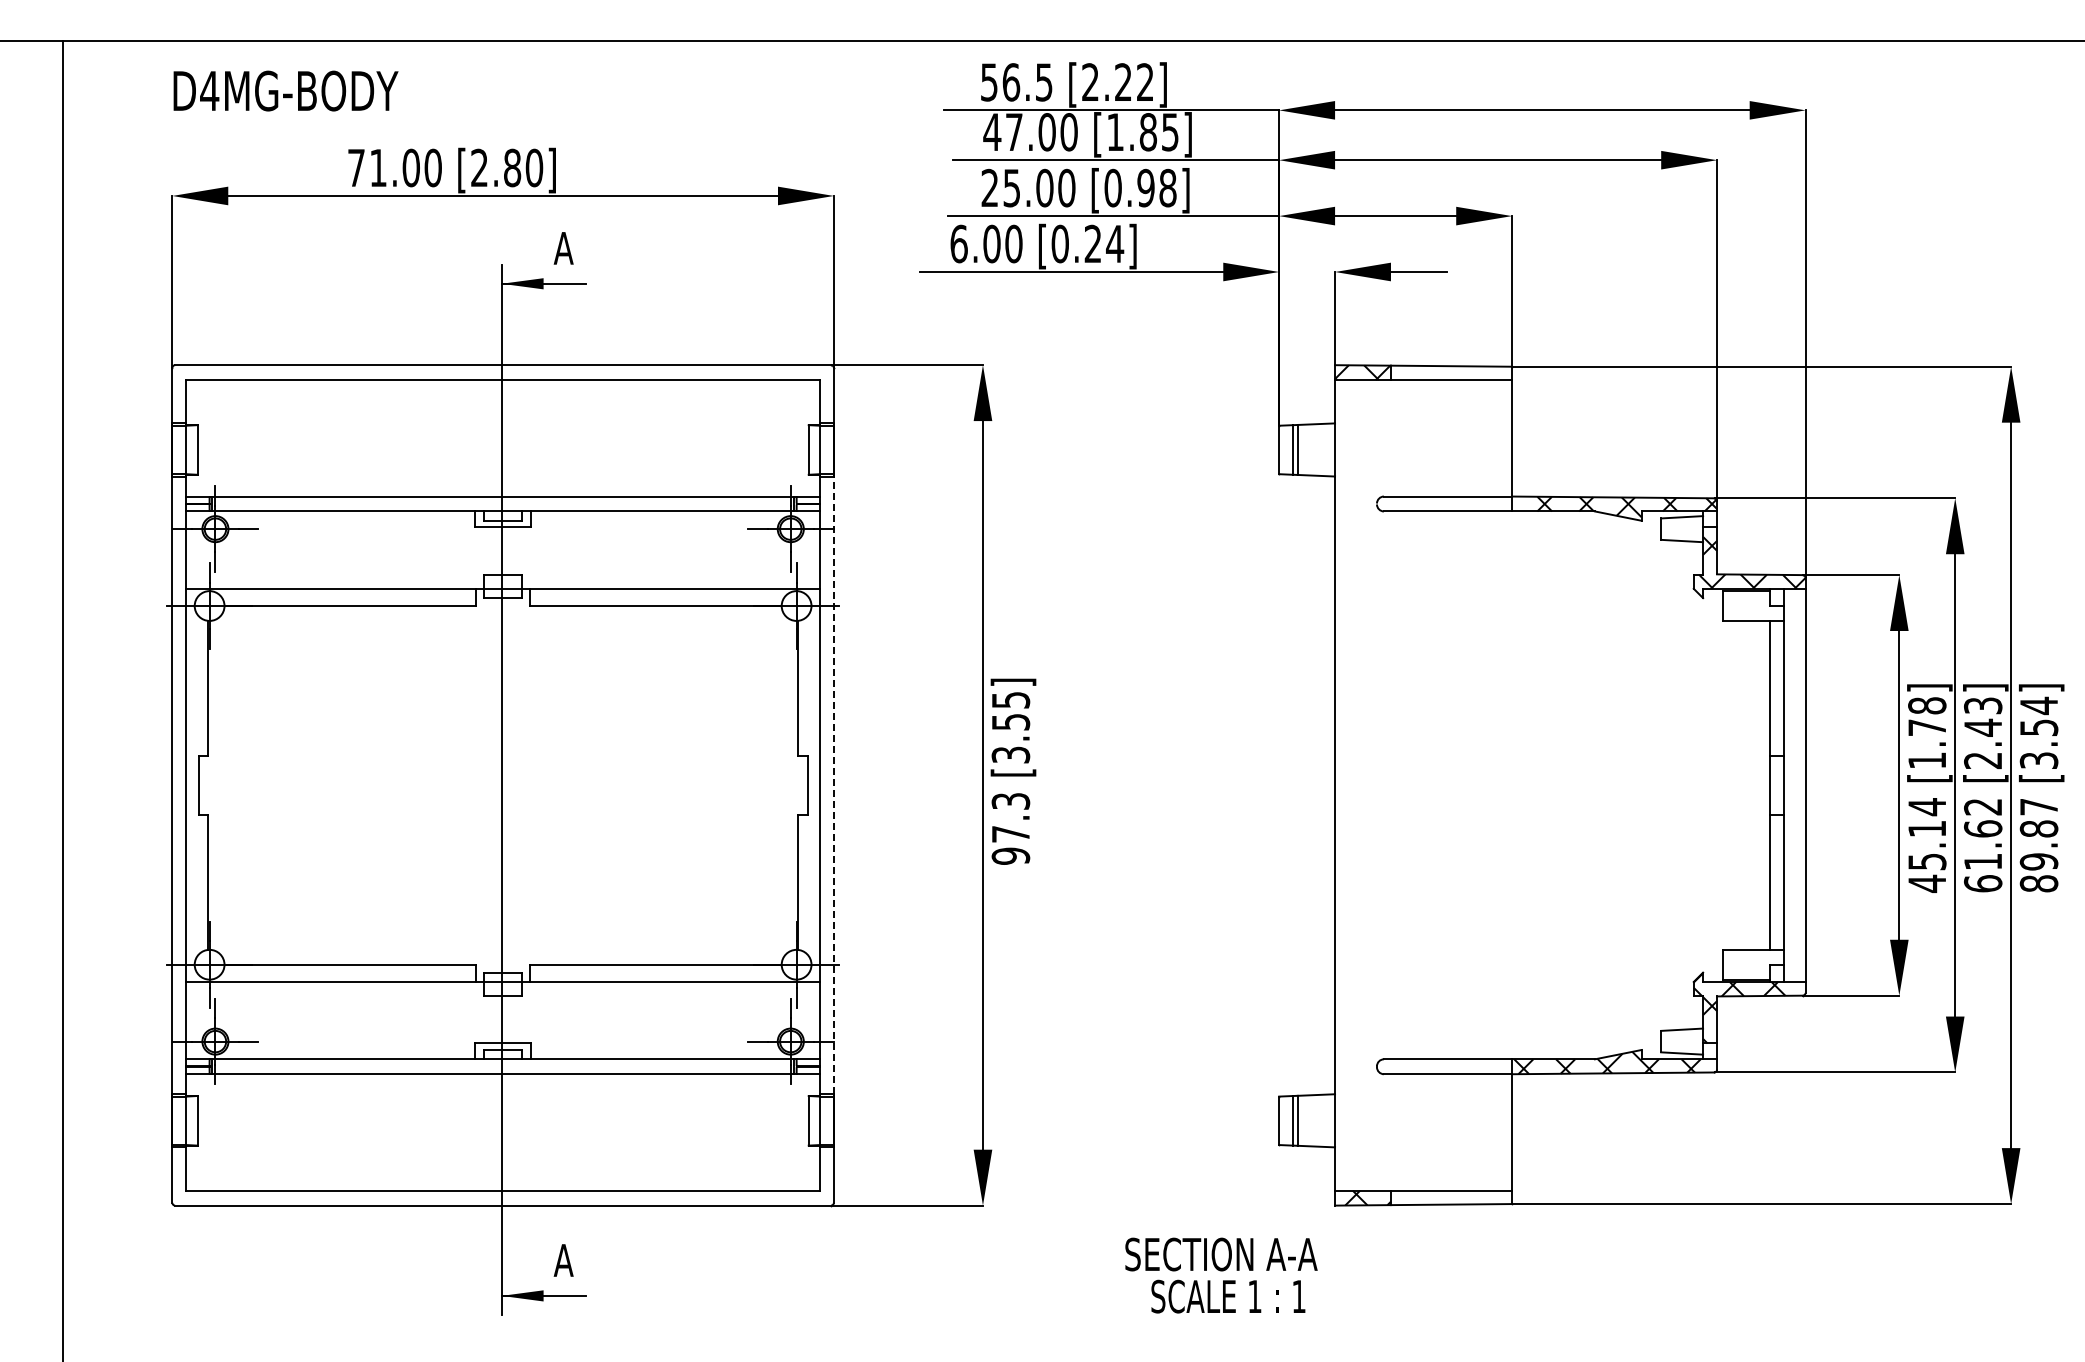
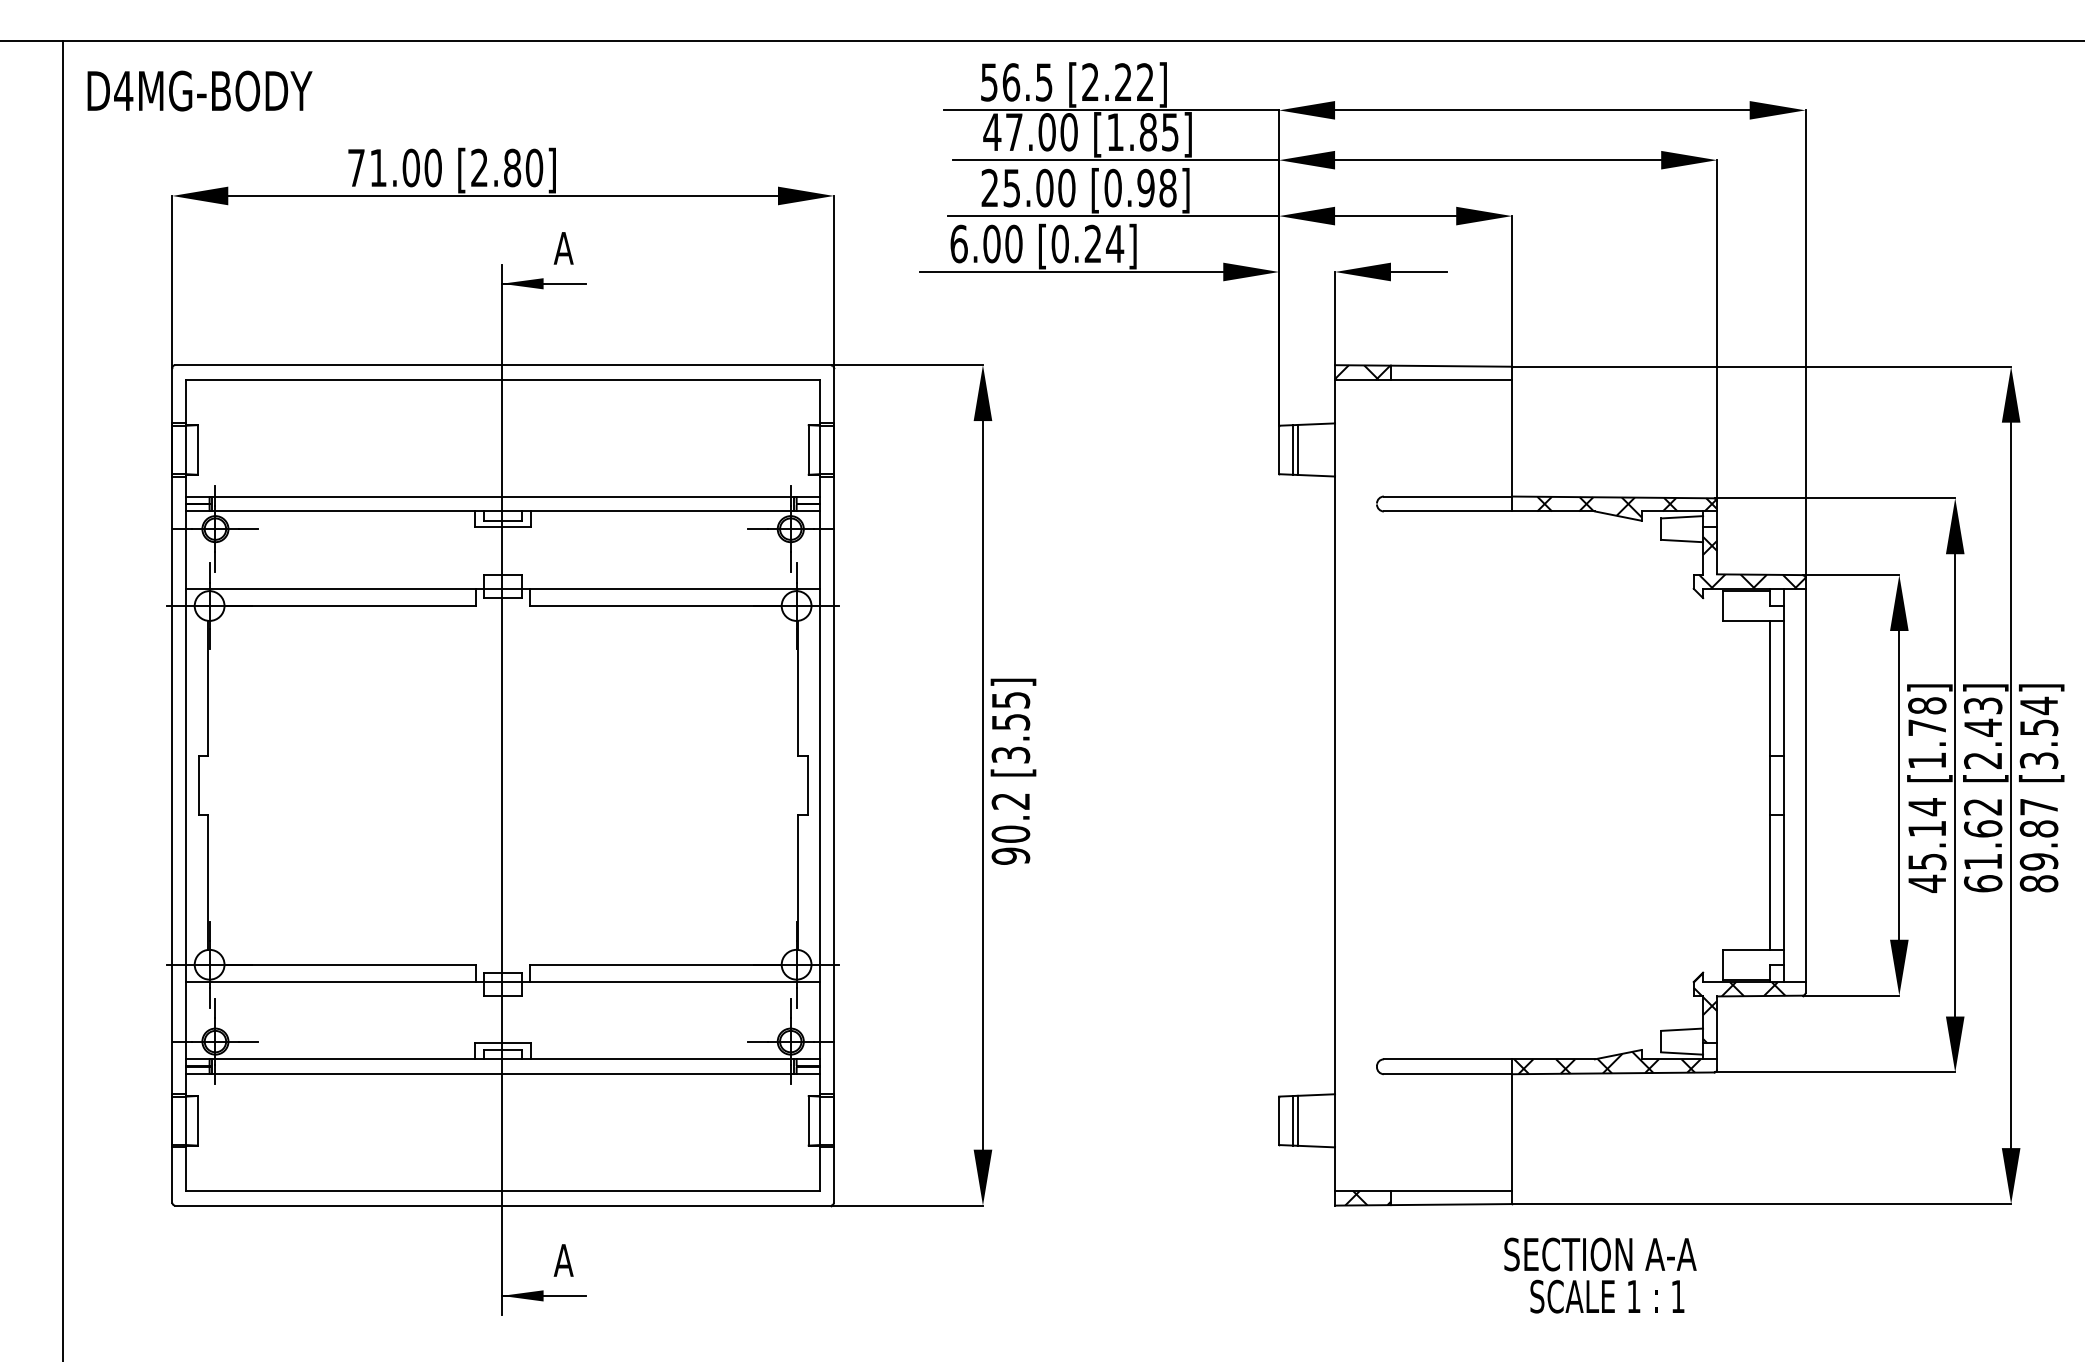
text at (285, 90) position: (285, 90) -> (199, 90)
line at (833, 785): dashed -> solid
text at (1010, 817): 97.3 -> 90.2
text at (1221, 1275) position: (1221, 1275) -> (1600, 1275)
